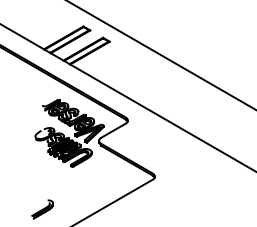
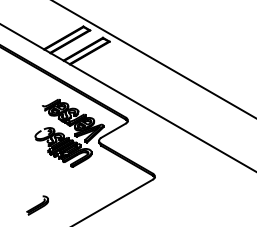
line at (161, 55) position: (161, 55) -> (154, 59)
part at (42, 209) position: (42, 209) -> (37, 205)
